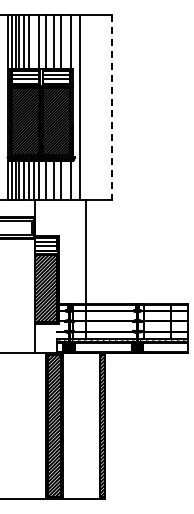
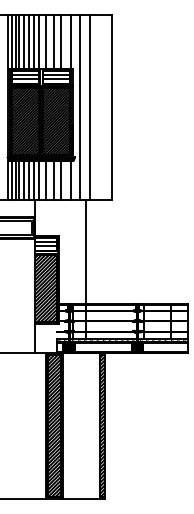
line at (34, 42): none -> present
line at (90, 107): none -> present
line at (112, 108): dashed -> solid
